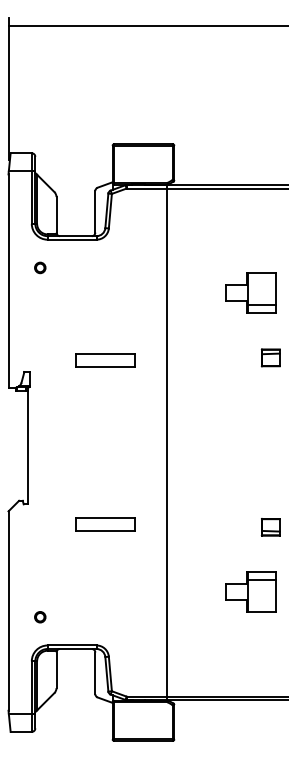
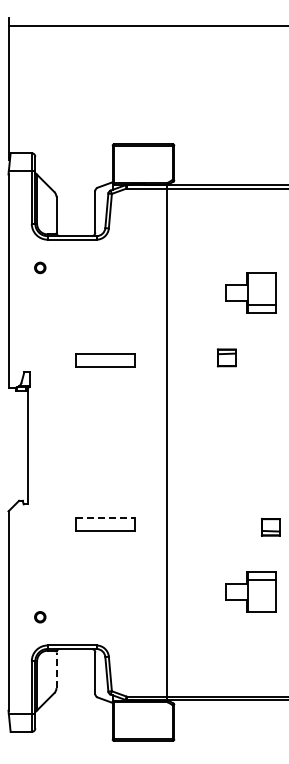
part at (270, 357) position: (270, 357) -> (226, 357)
line at (105, 518): solid -> dashed
line at (56, 670): solid -> dashed
